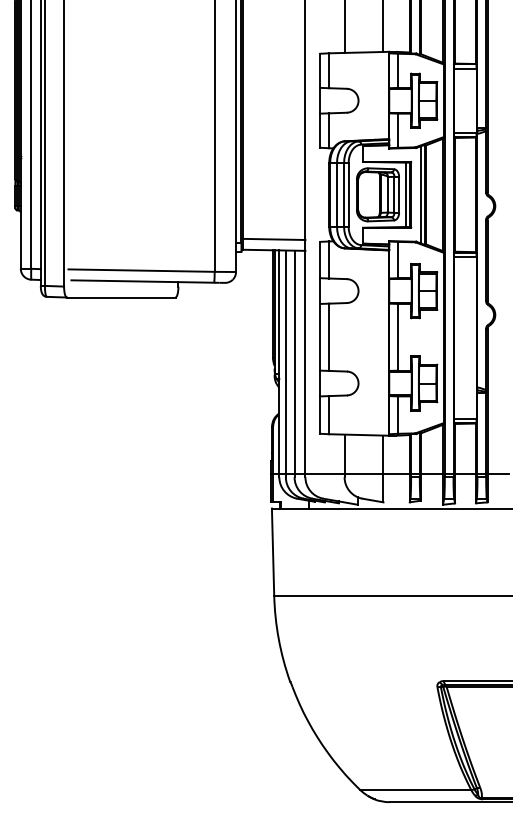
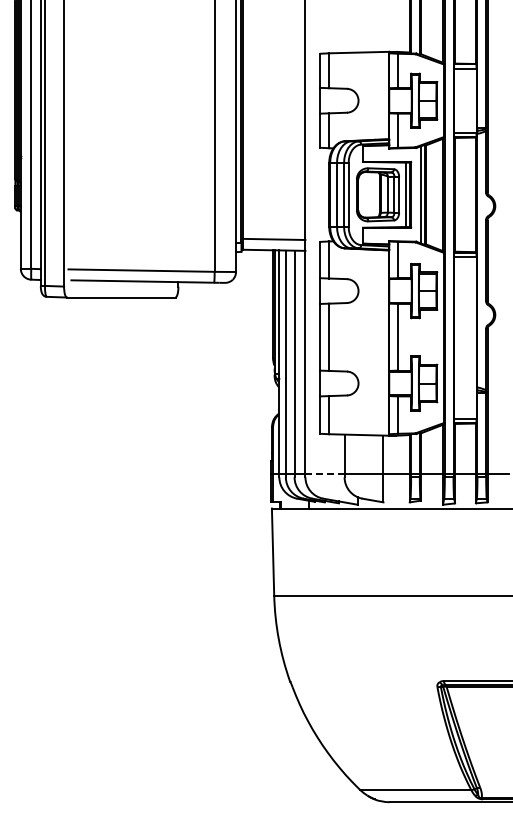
line at (344, 27): present -> none
line at (383, 27): present -> none
line at (325, 473): solid -> dashed
